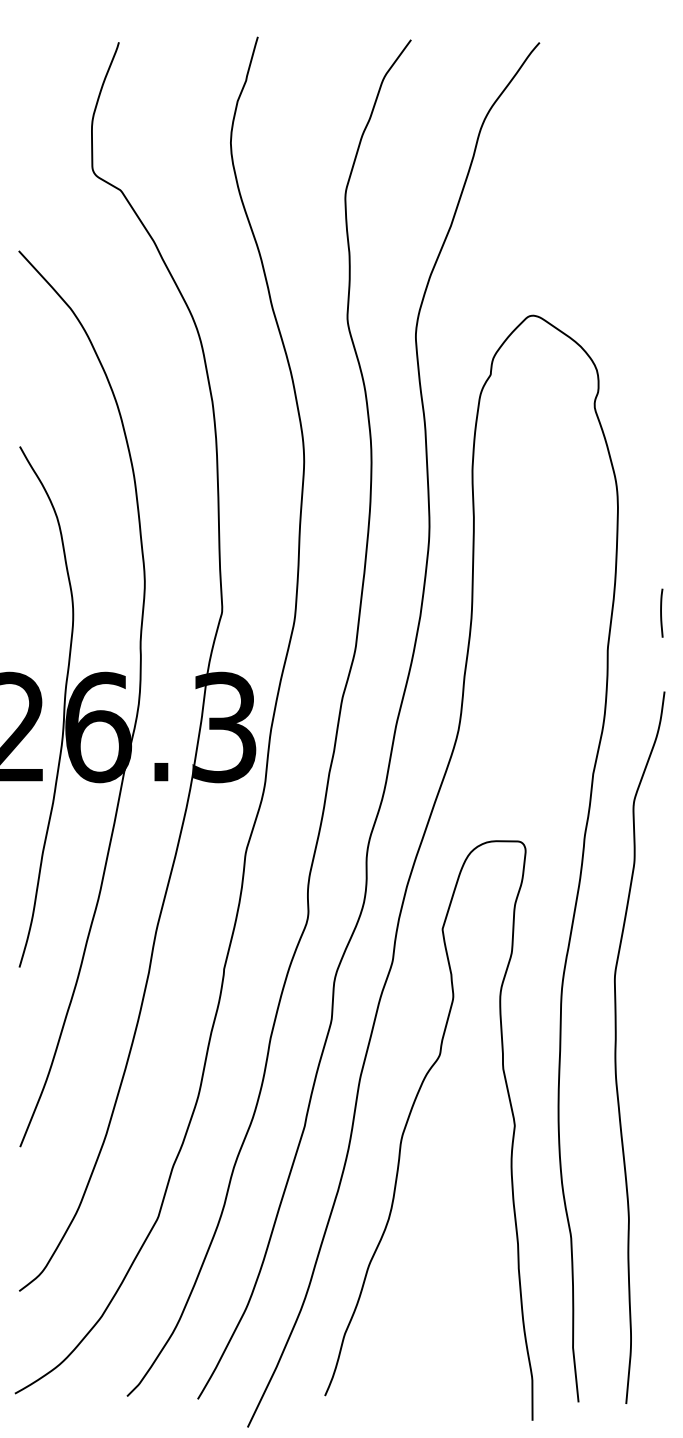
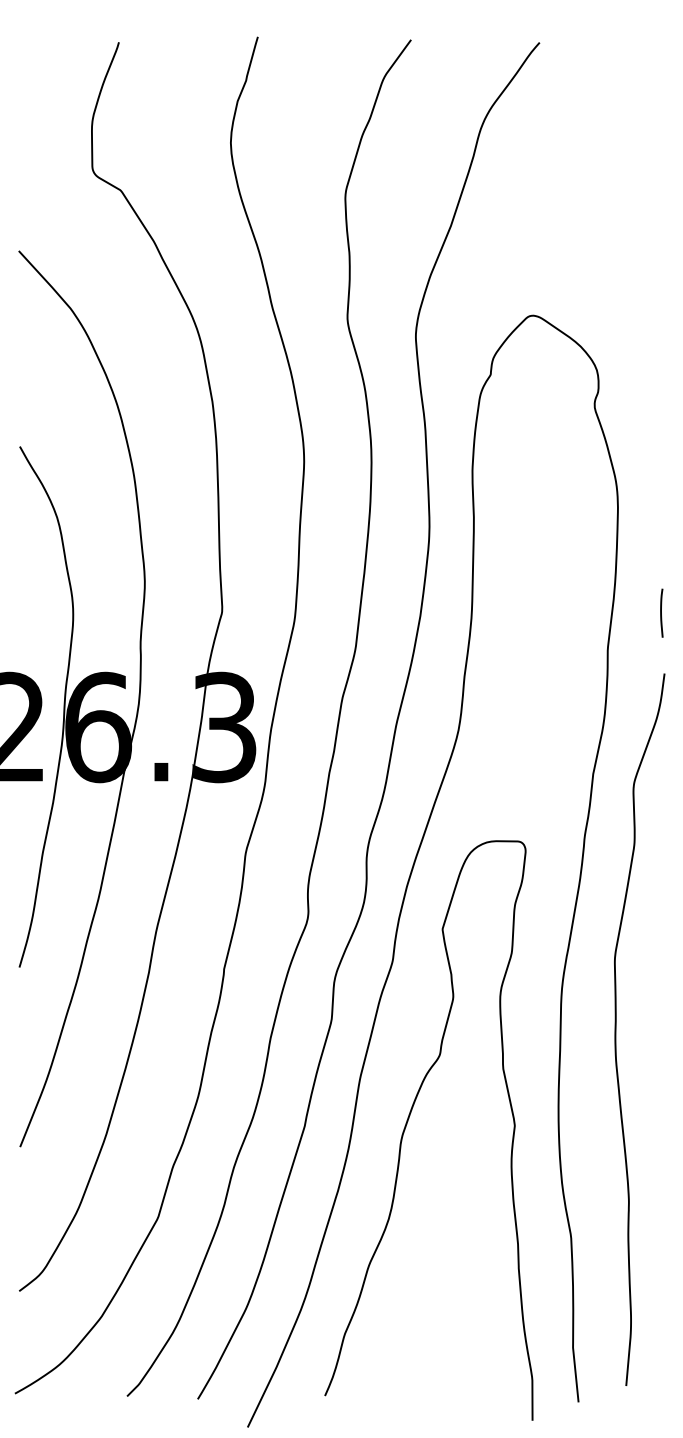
curve at (616, 1047) position: (616, 1047) -> (616, 1029)
